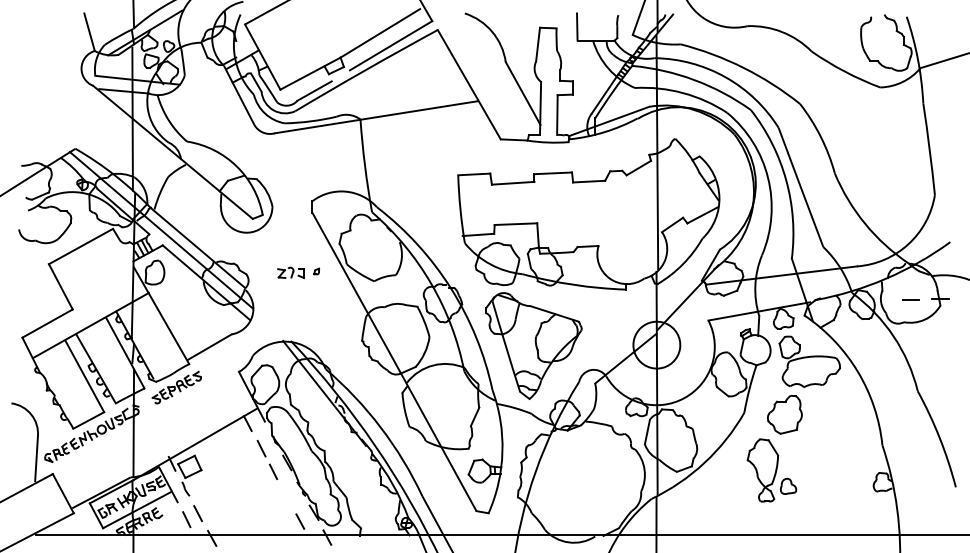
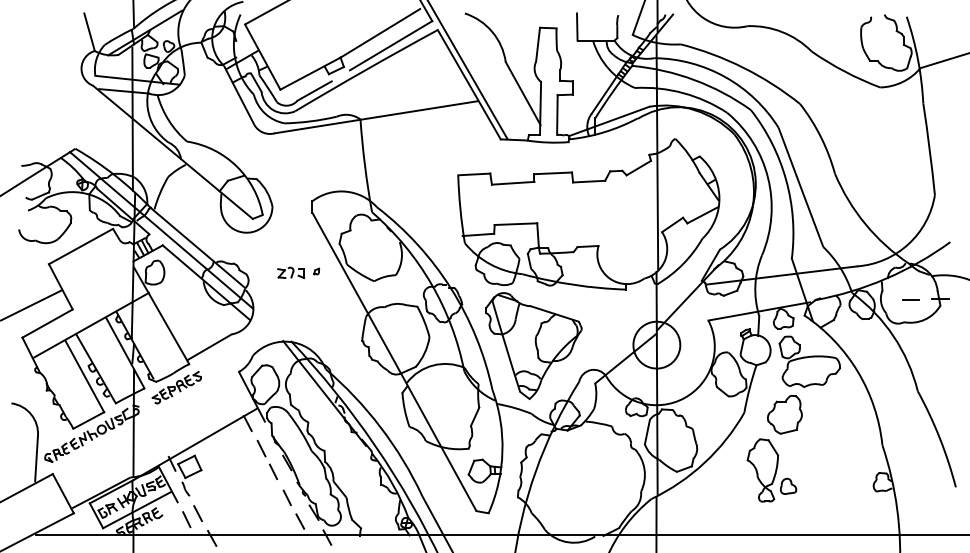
line at (467, 70): none -> present
line at (32, 304): none -> present
line at (286, 497): none -> present
